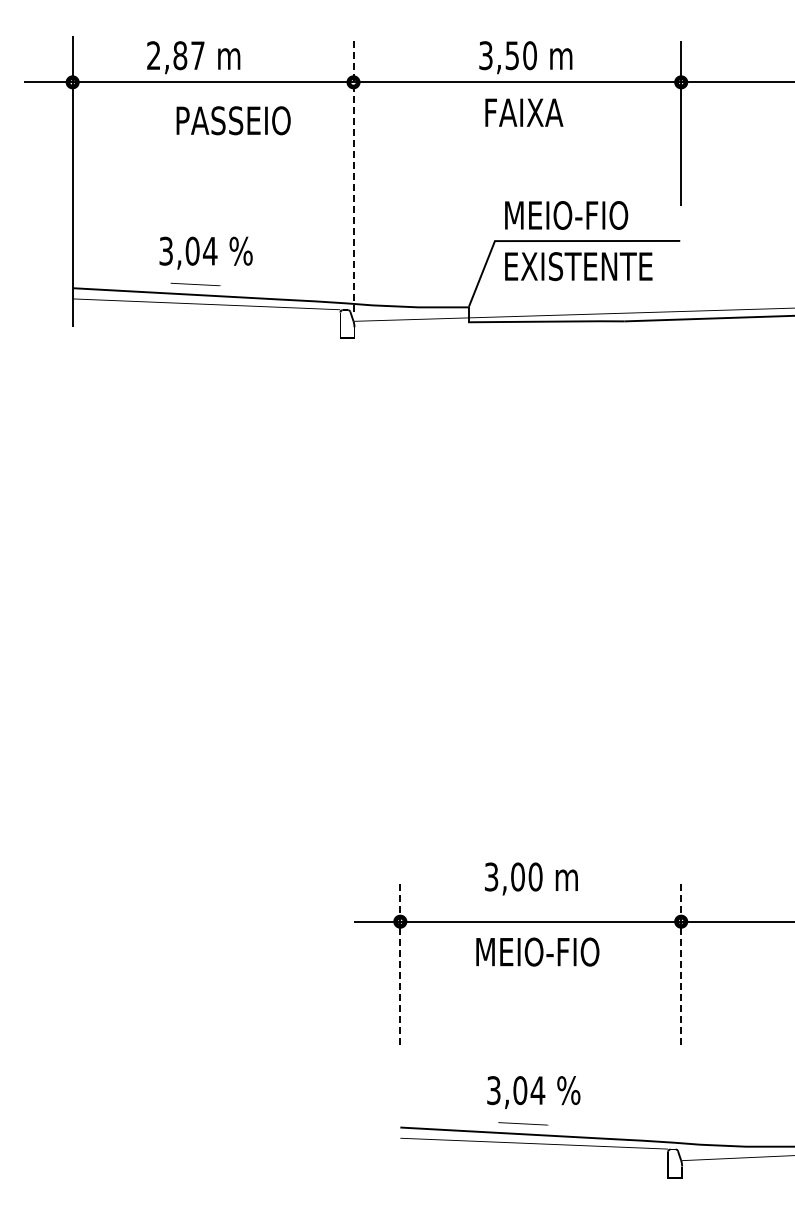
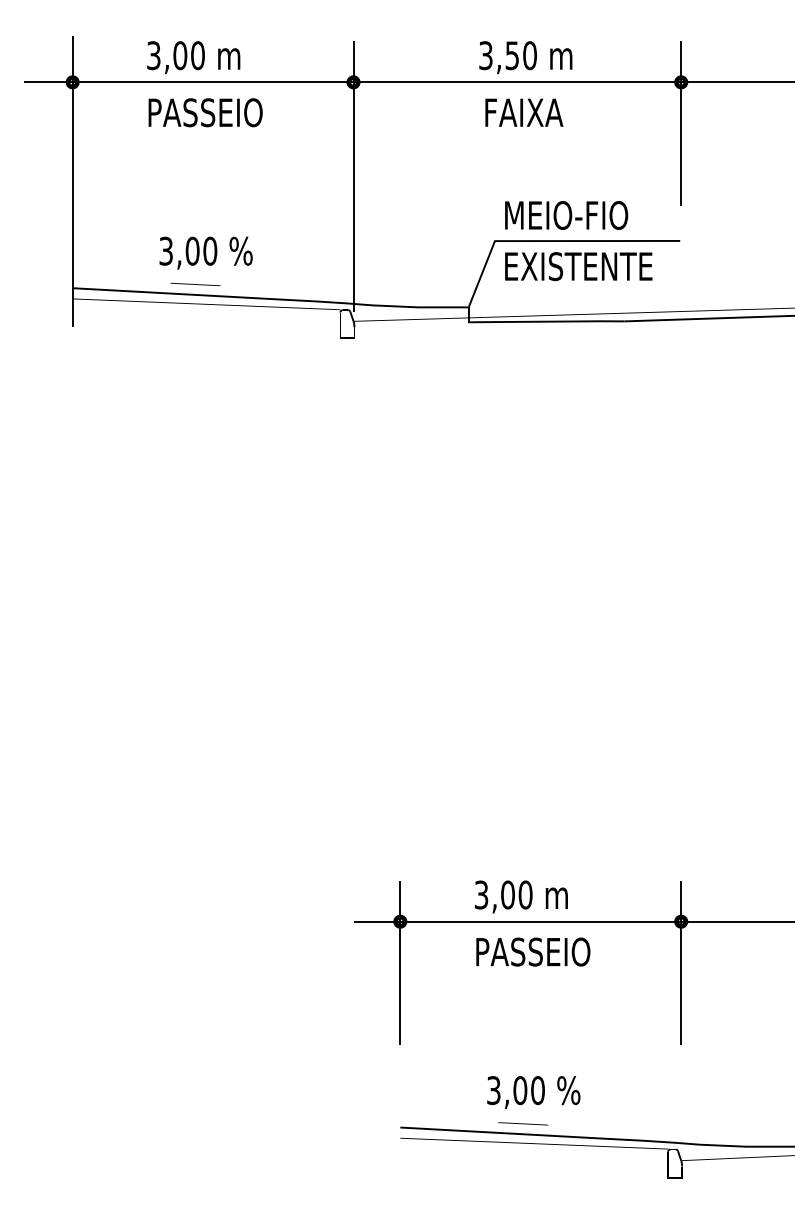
text at (175, 55): 2,87 -> 3,00
text at (233, 120) position: (233, 120) -> (205, 112)
line at (353, 175): dashed -> solid
text at (209, 250): 3,04 -> 3,00
text at (531, 878) position: (531, 878) -> (521, 896)
text at (539, 951): MEIO-FIO -> PASSEIO
line at (400, 962): dashed -> solid
line at (681, 962): dashed -> solid
text at (537, 1090): 3,04 -> 3,00
